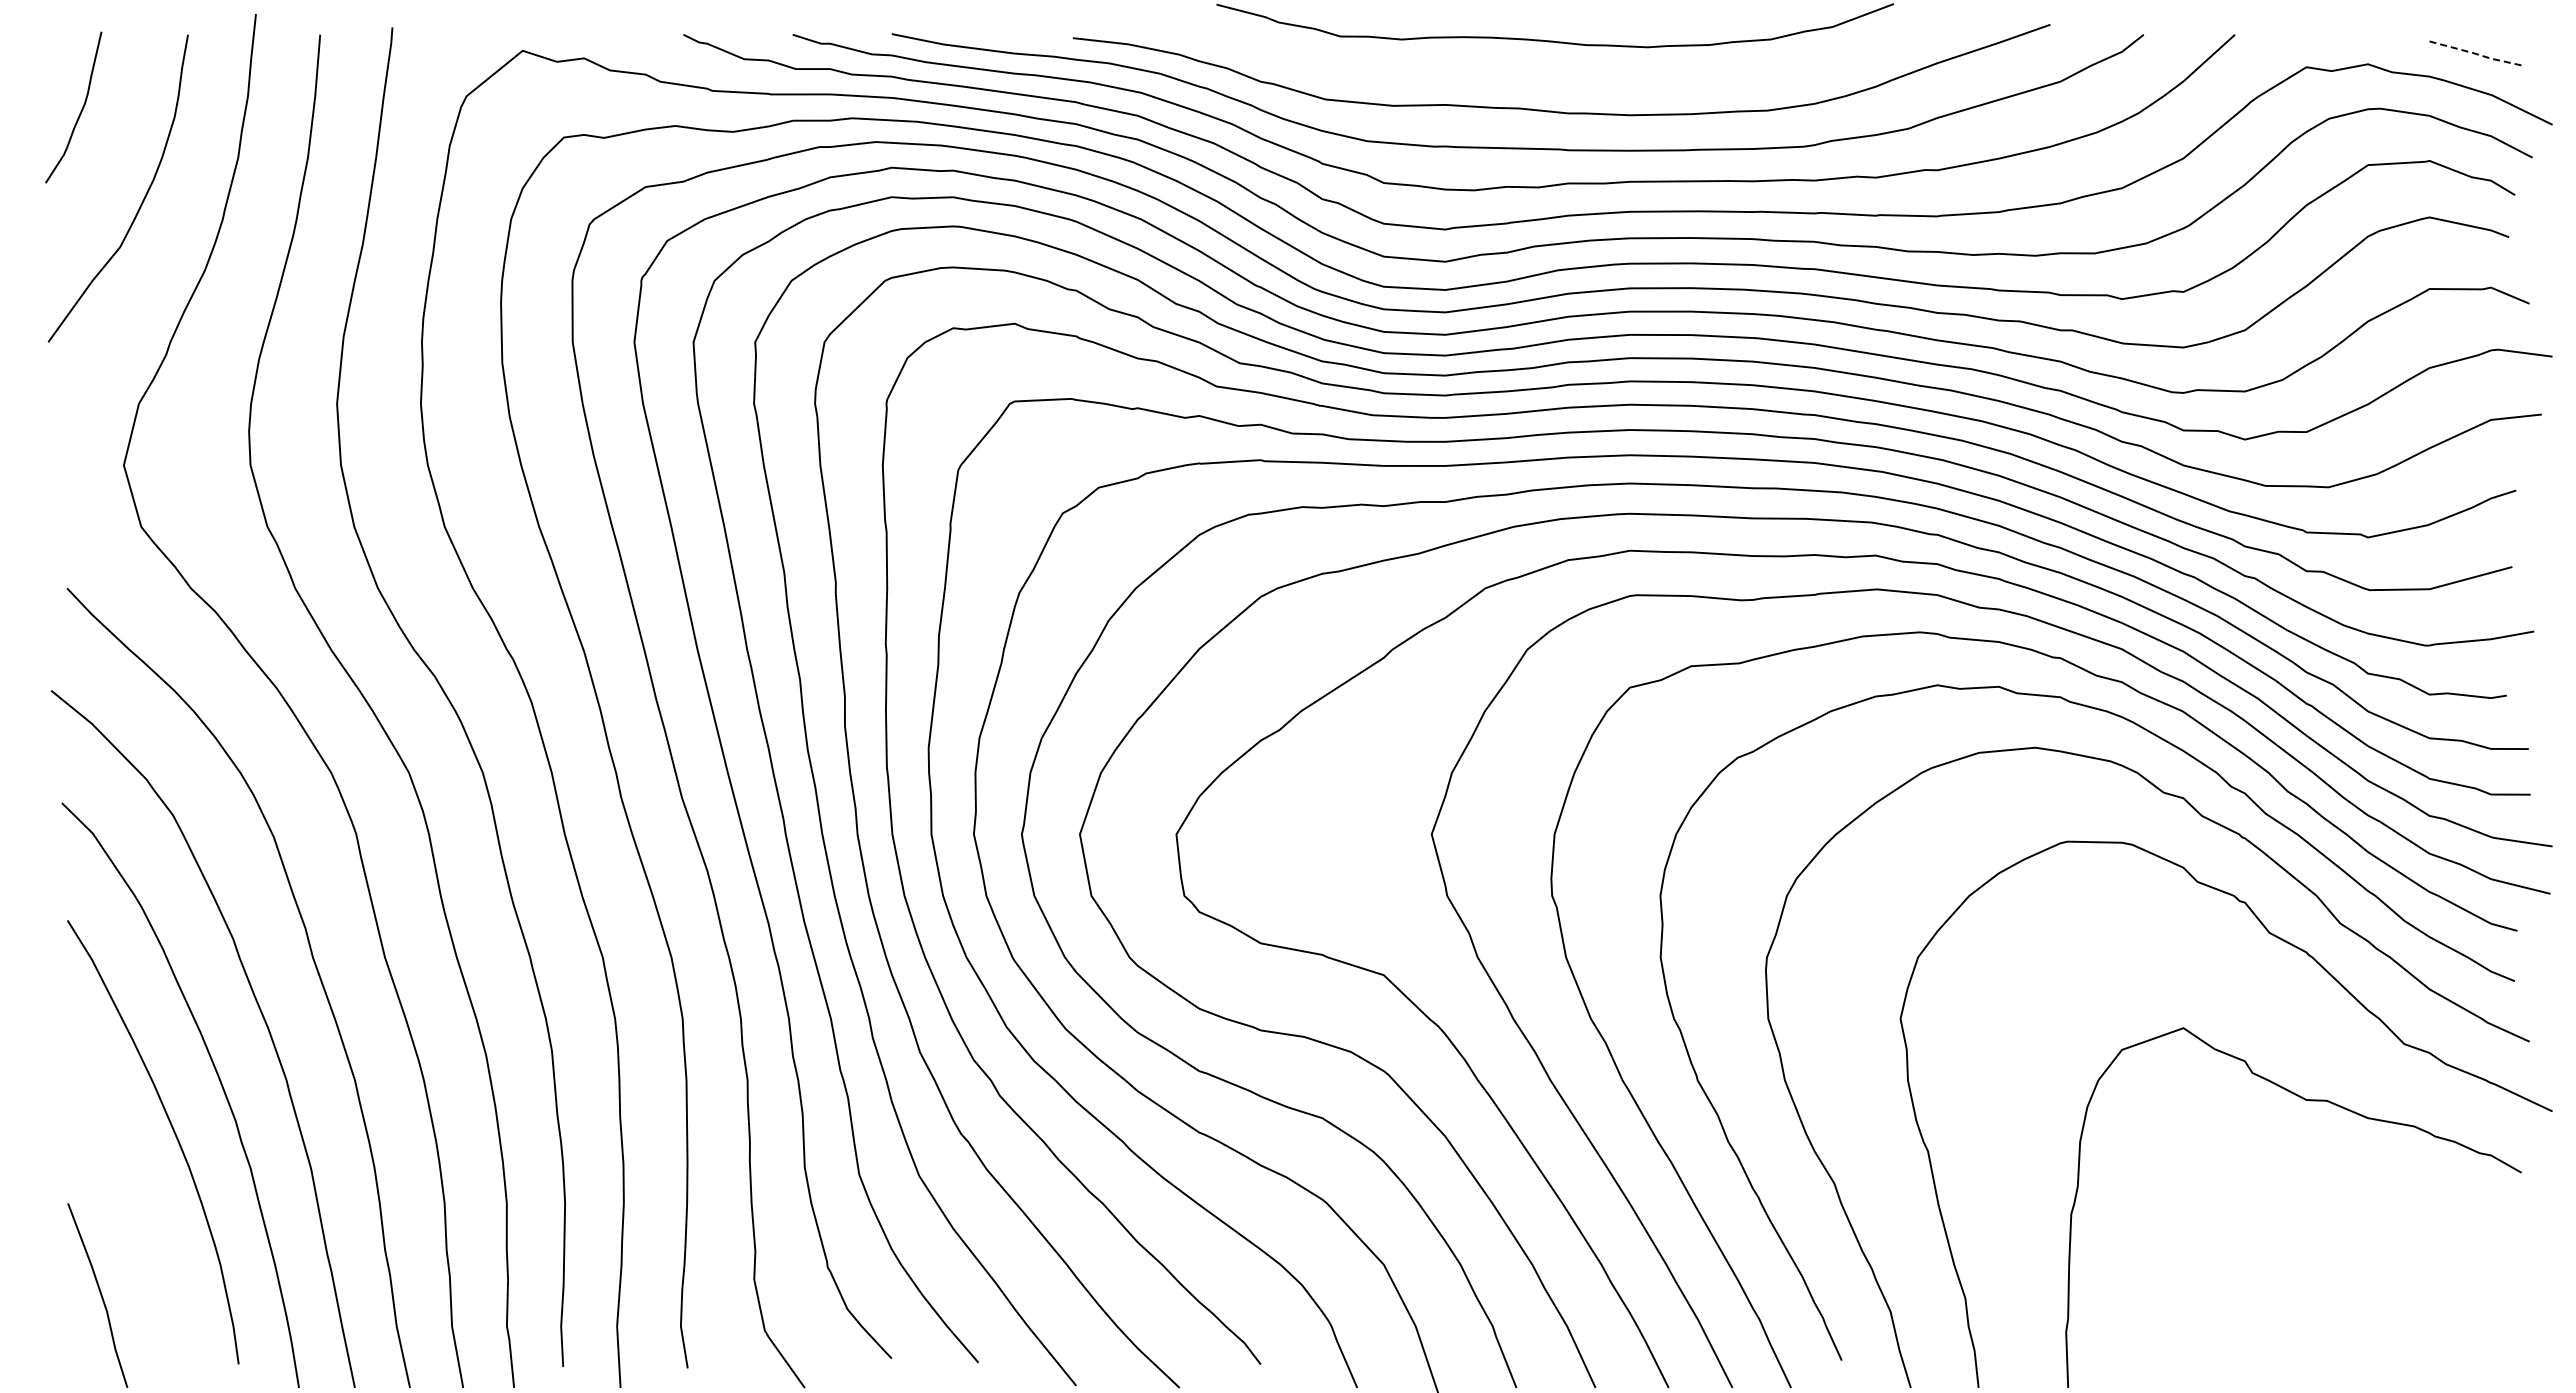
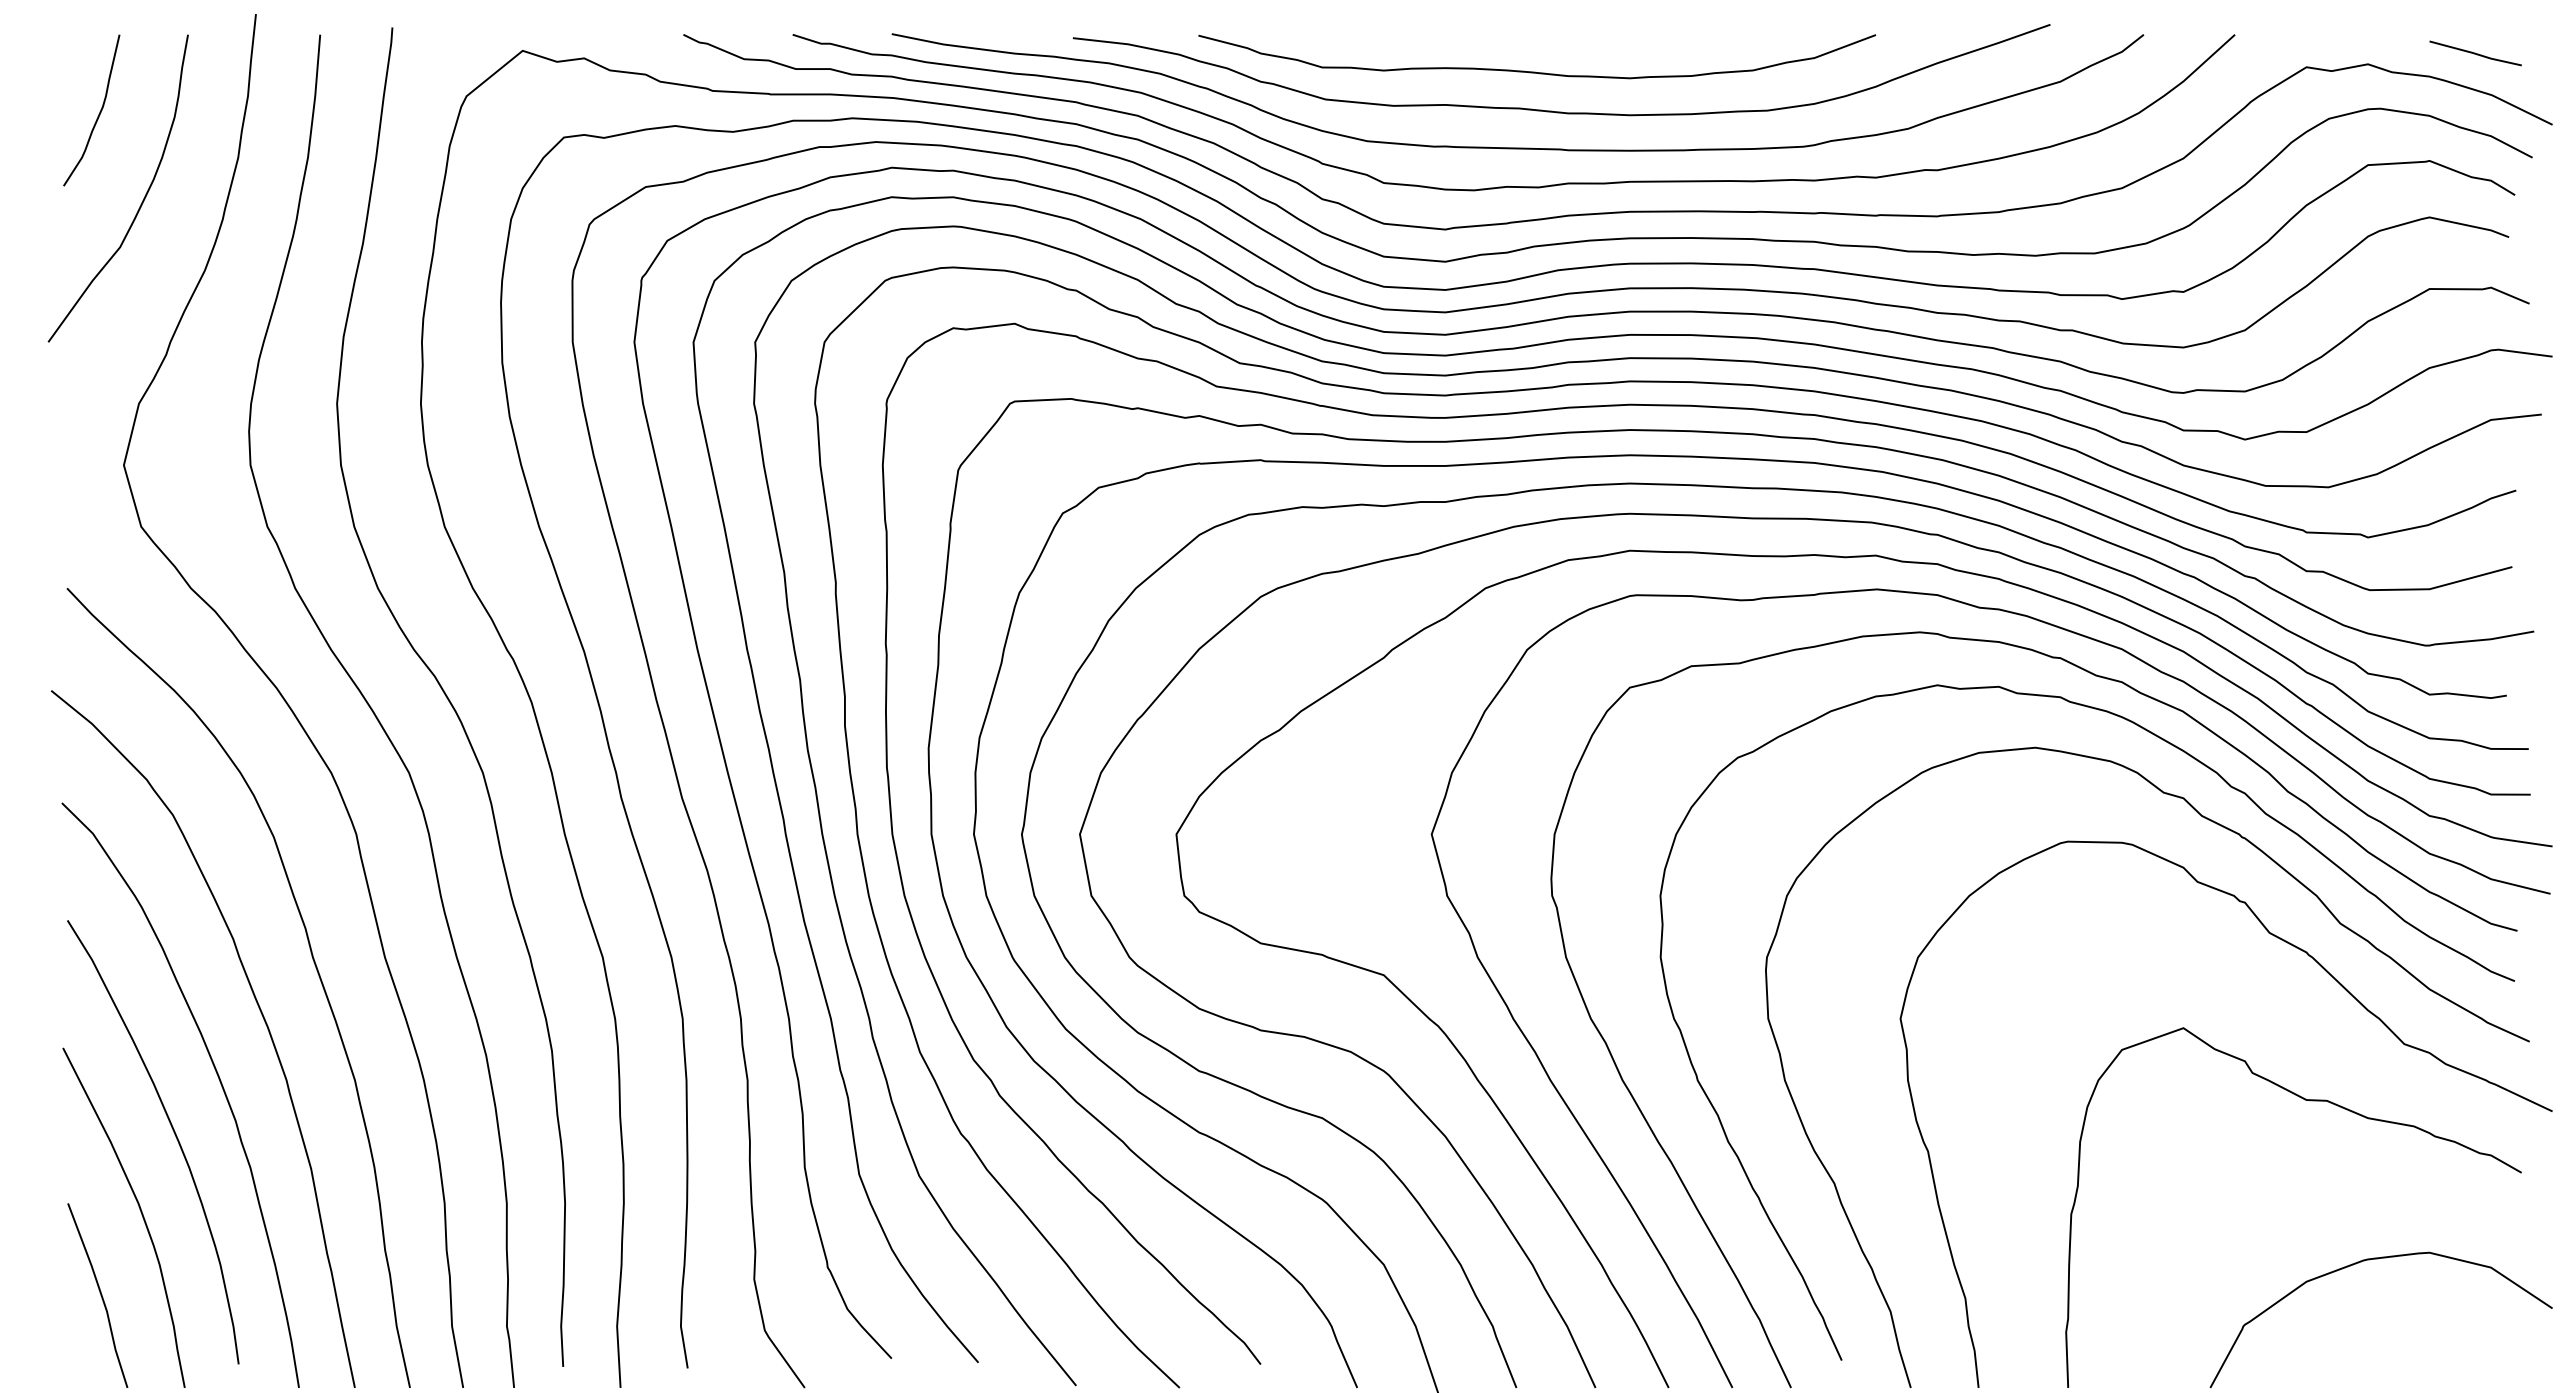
curve at (1553, 40) position: (1553, 40) -> (1535, 71)
line at (2476, 54): dashed -> solid
curve at (81, 108) position: (81, 108) -> (99, 111)
curve at (140, 1212): none -> present
curve at (2356, 1264): none -> present
